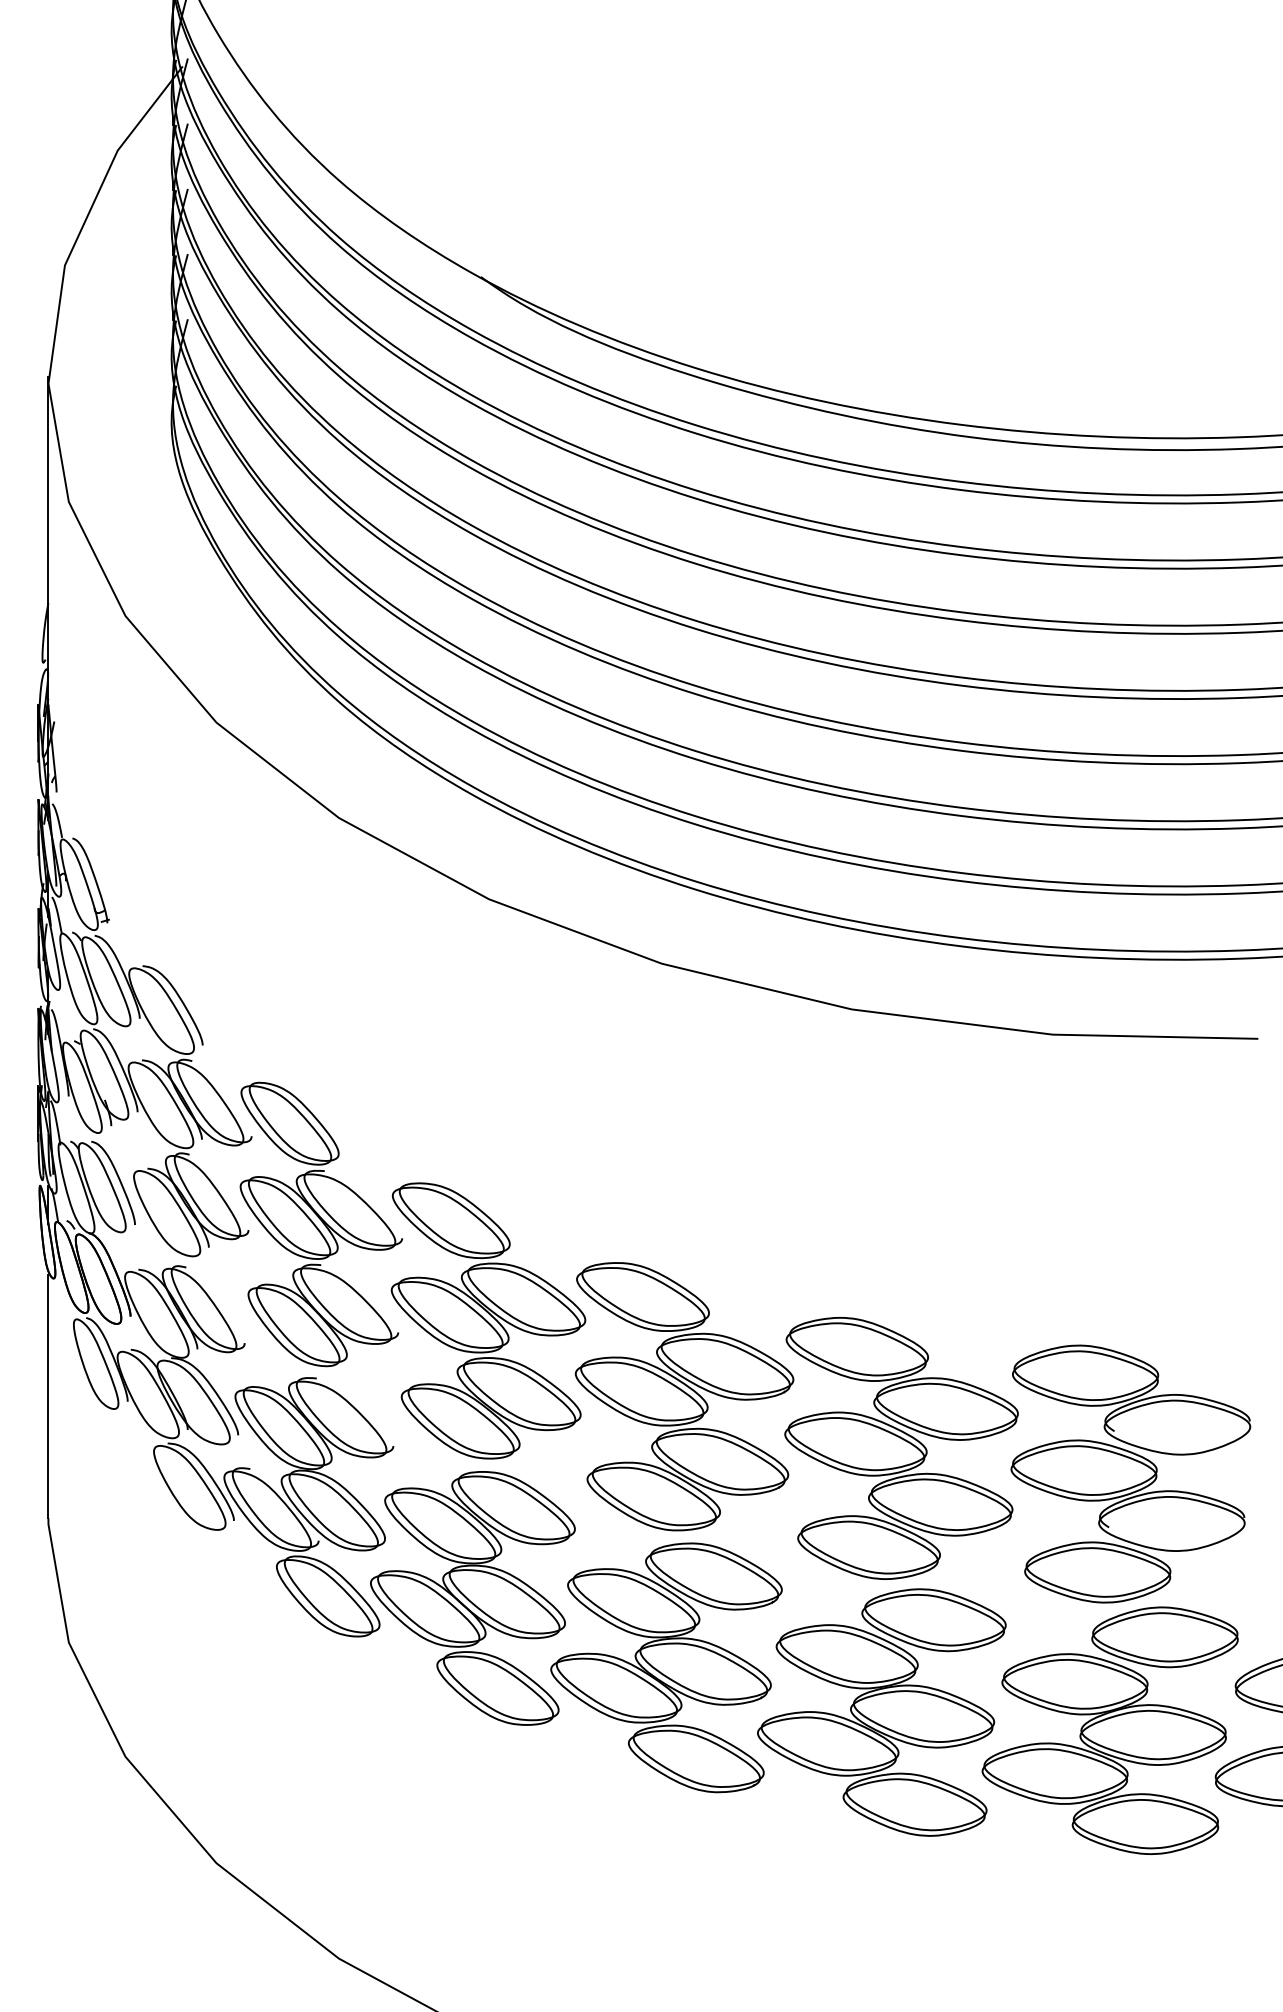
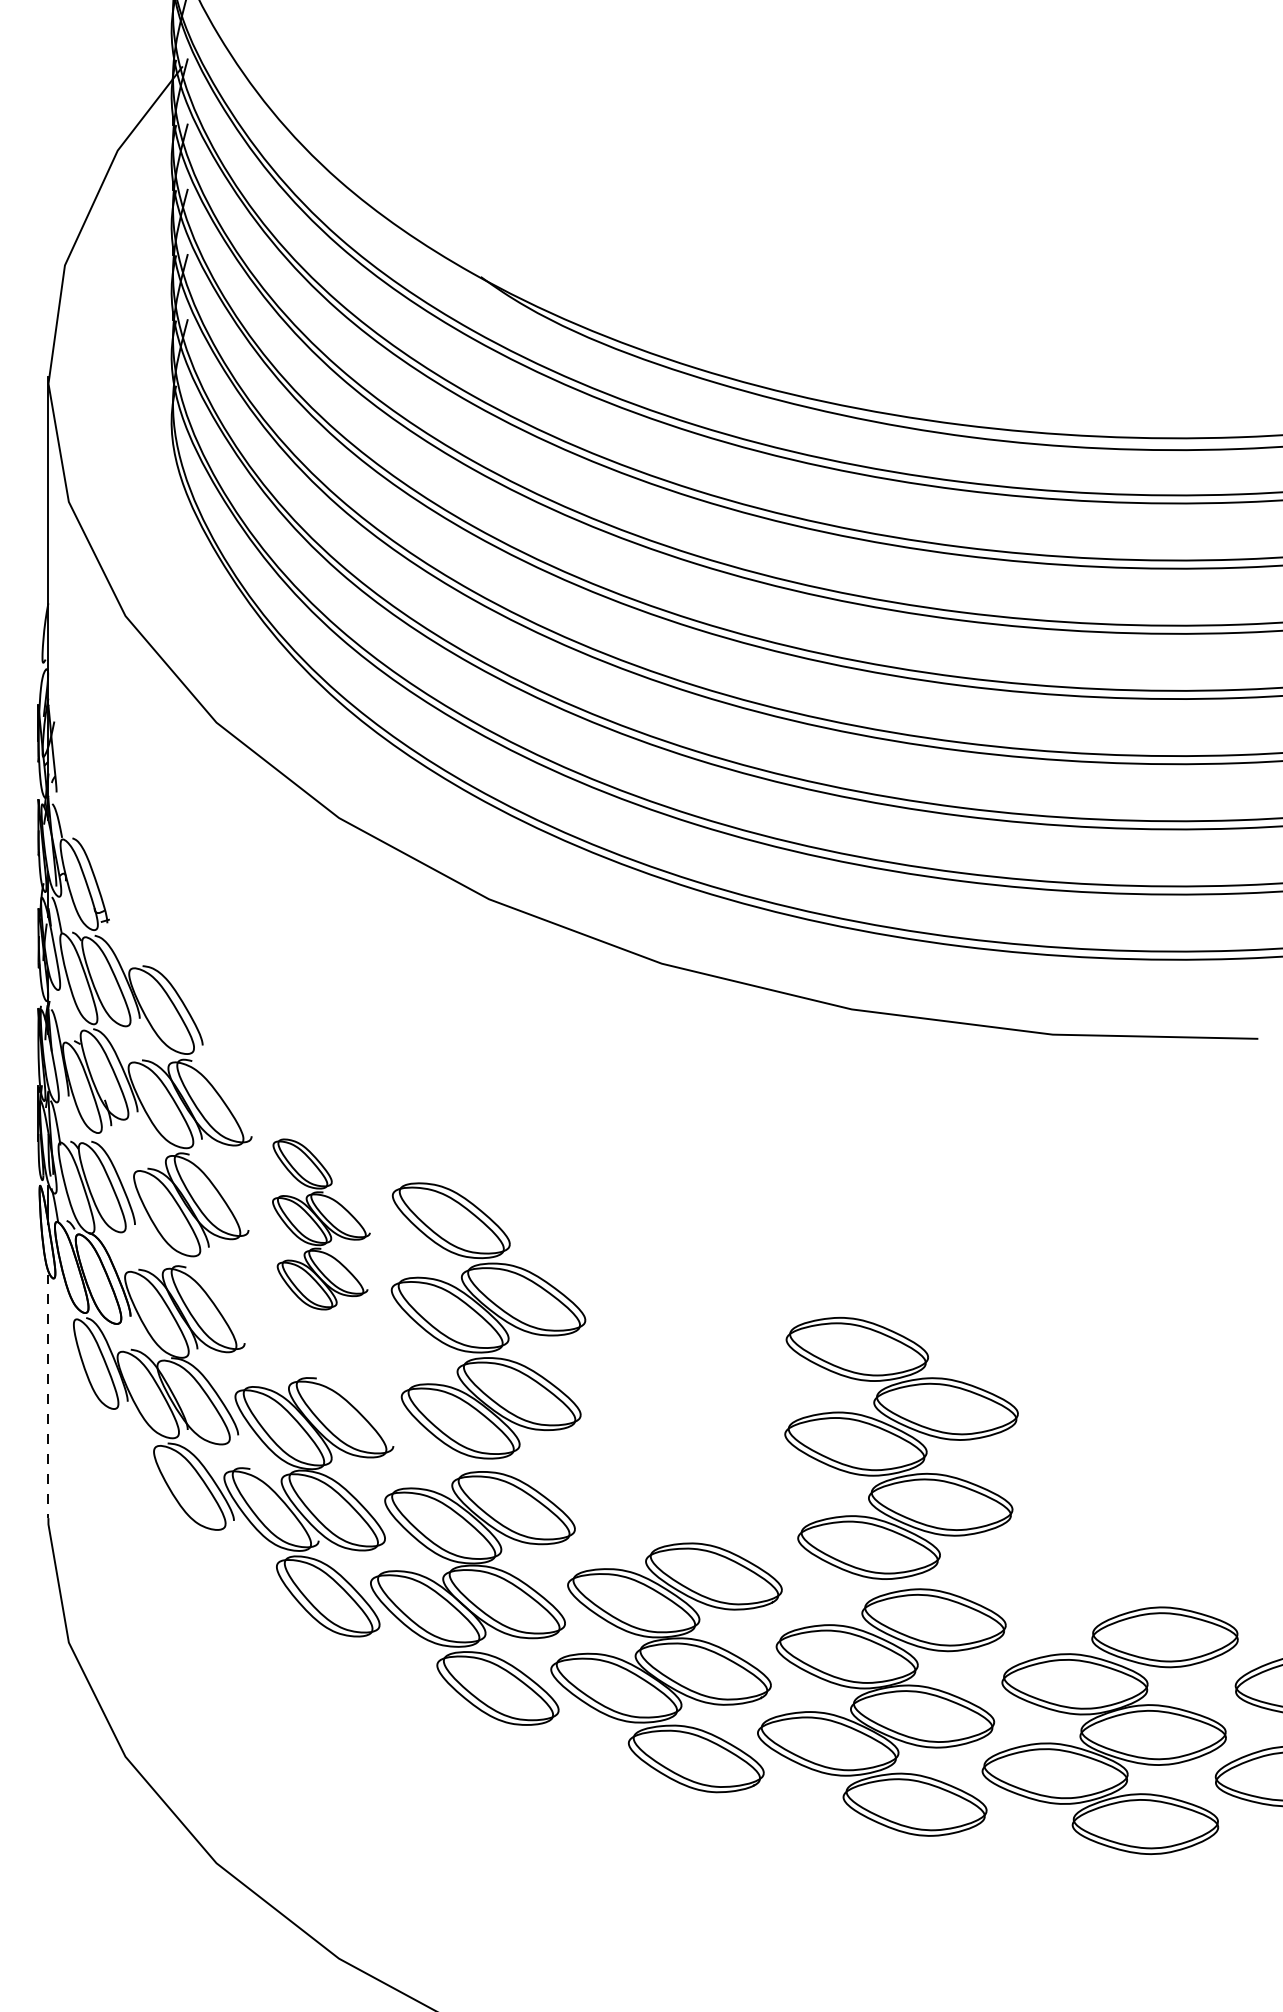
part at (321, 1224) size: 165x287 px -> 99x173 px
line at (48, 1396): solid -> dashed
part at (684, 1396): present -> none
part at (1130, 1473): present -> none
